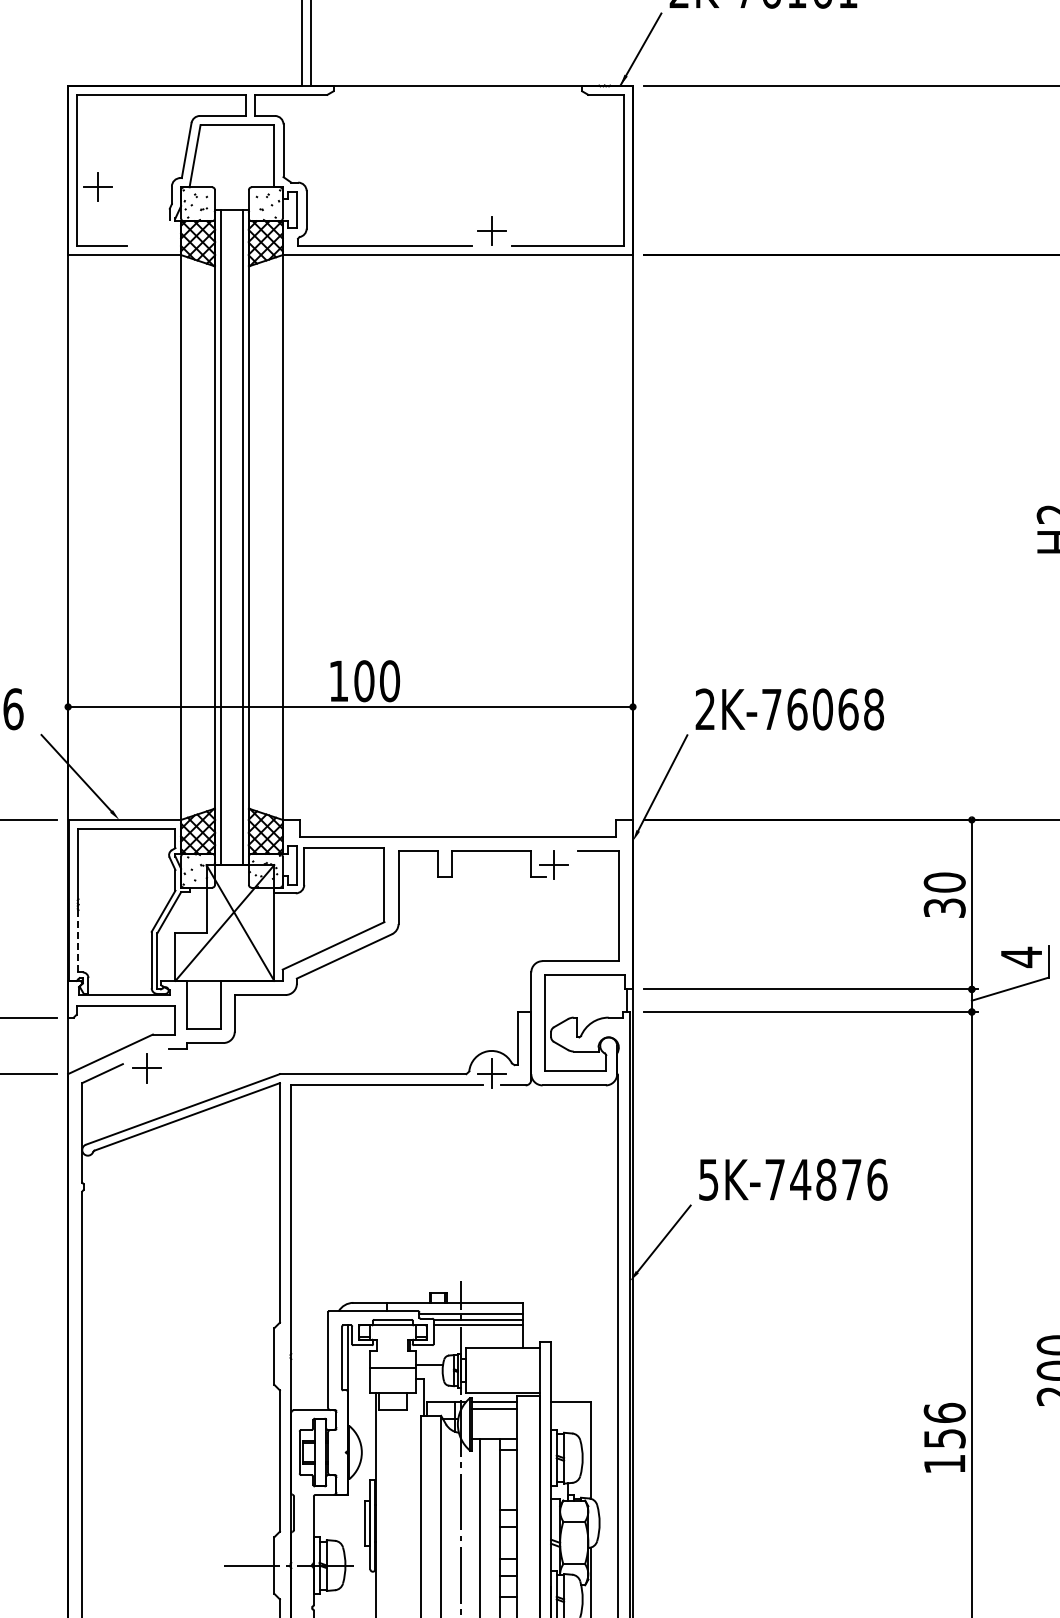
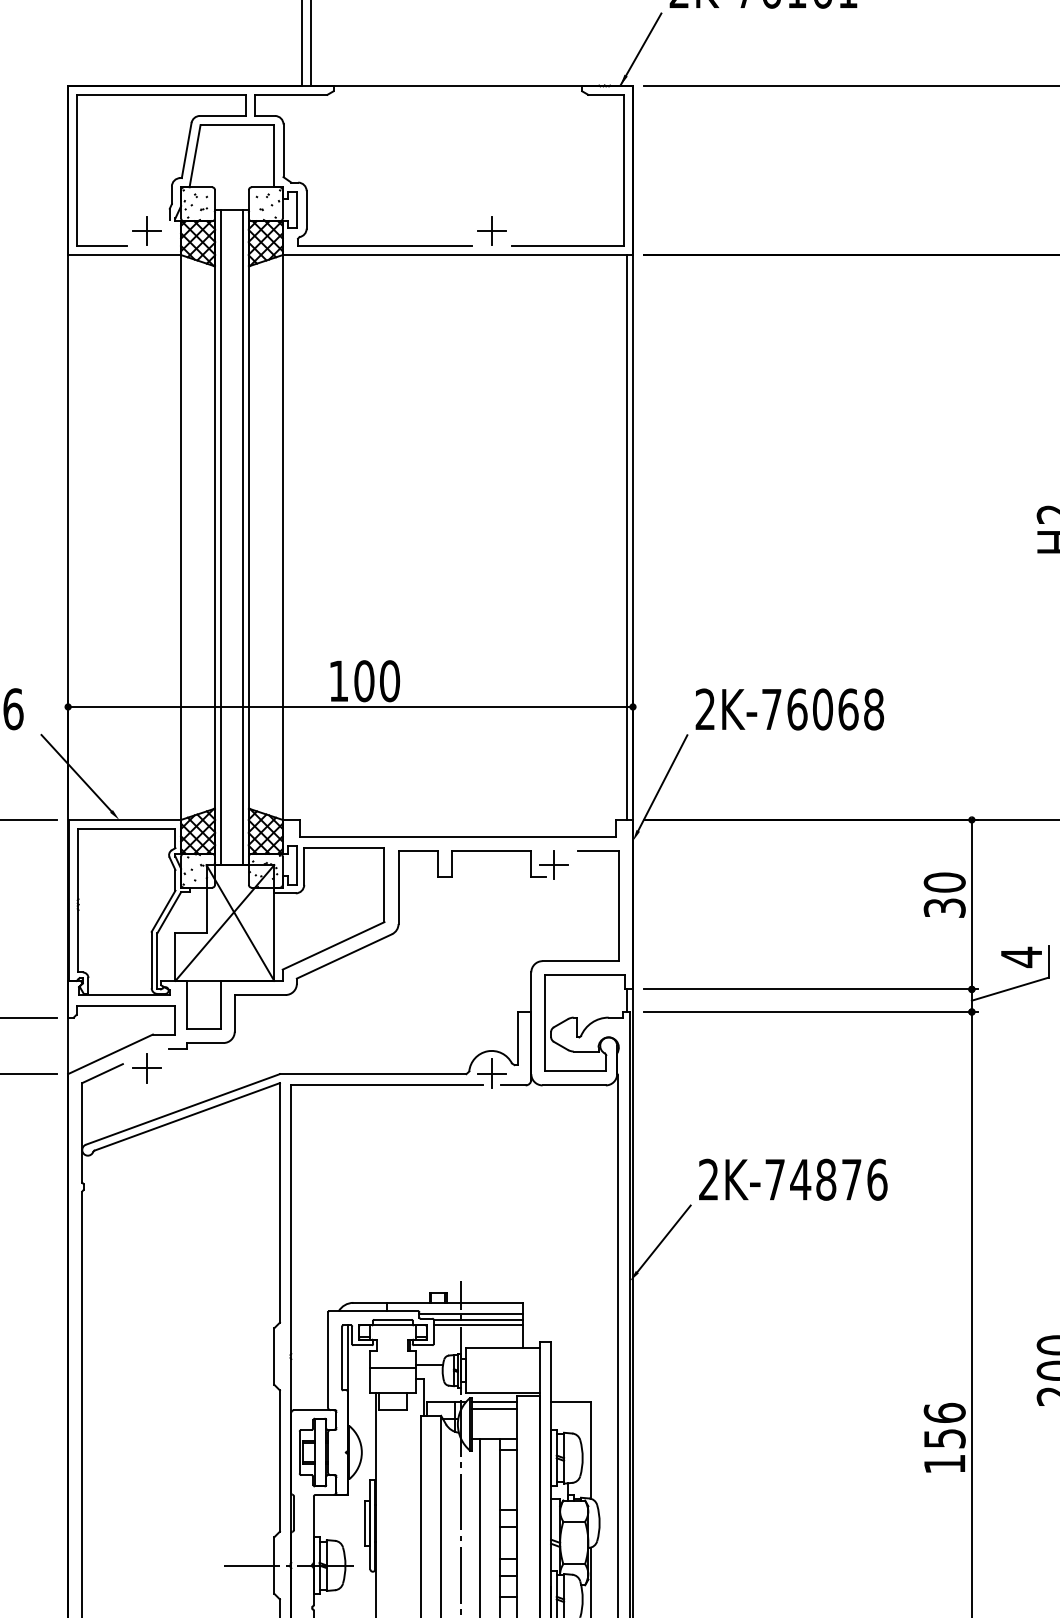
part at (97, 186) position: (97, 186) -> (146, 230)
line at (627, 537): none -> present
line at (78, 940): dashed -> solid
text at (708, 1179): 5K-74876 -> 2K-74876
